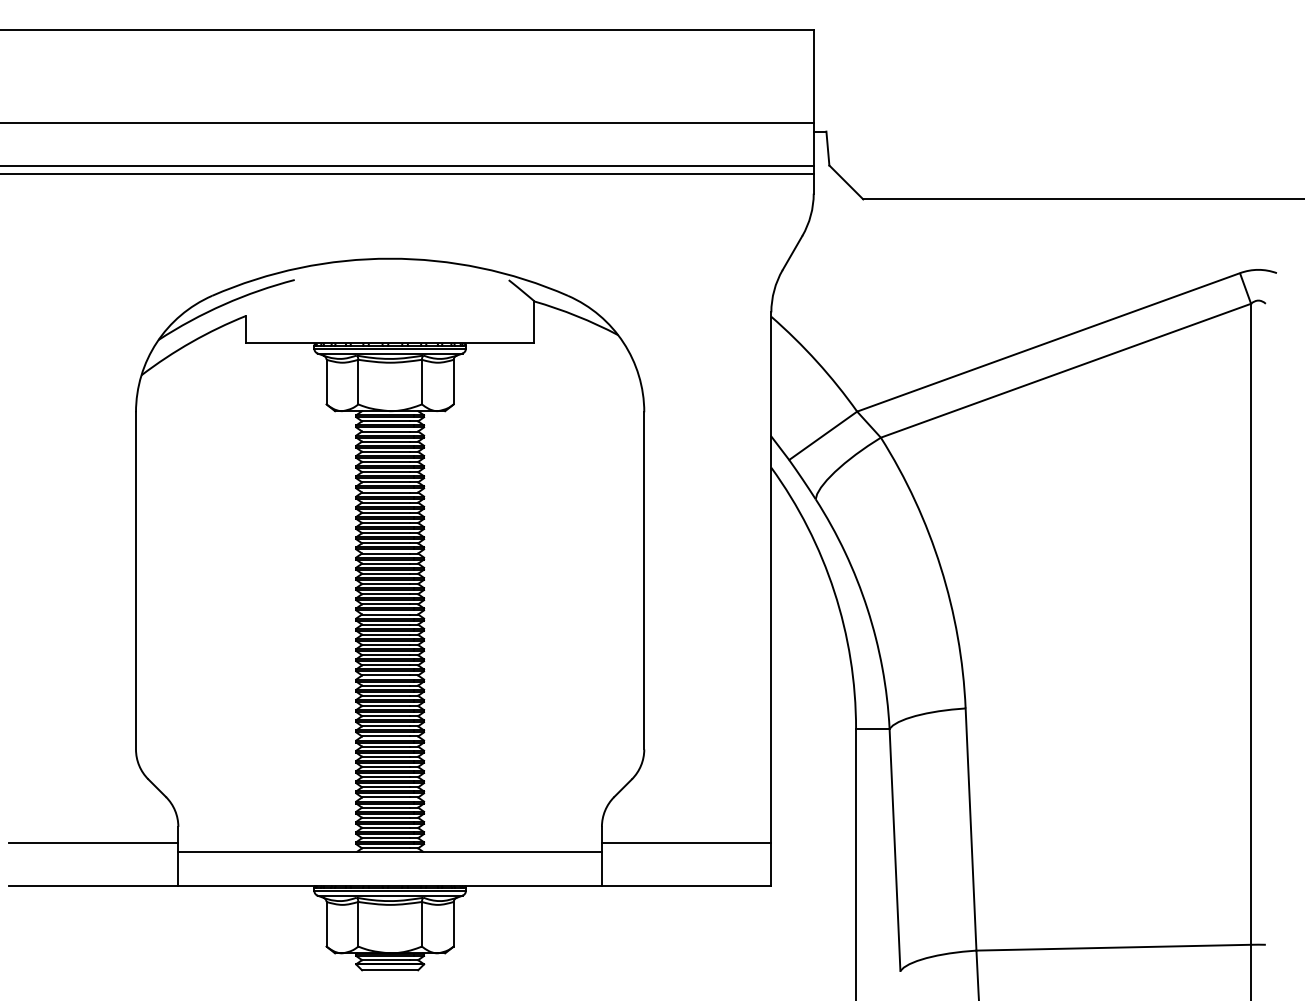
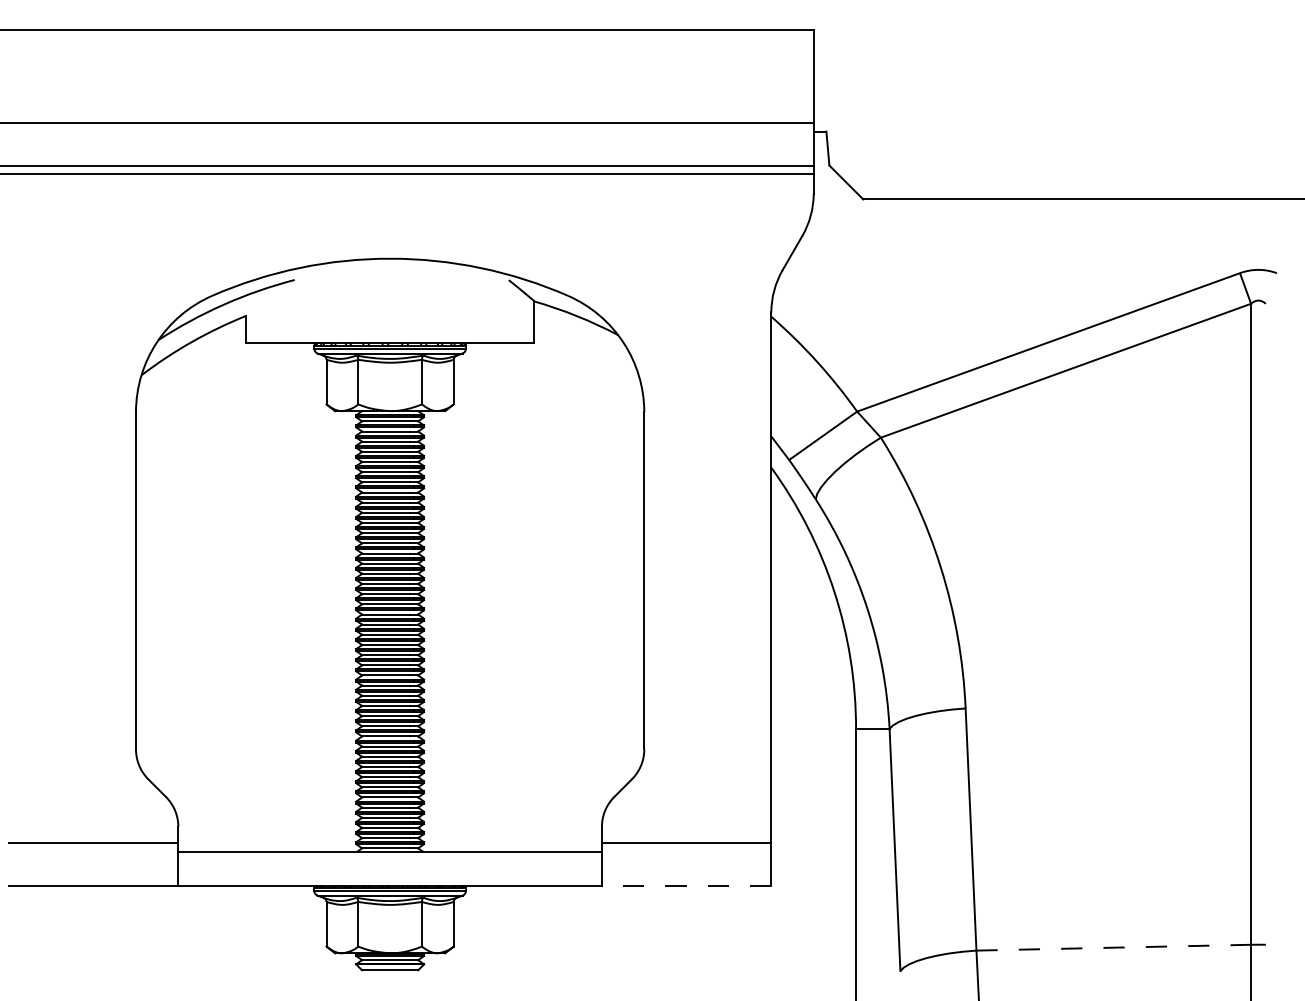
line at (686, 885): solid -> dashed
line at (1114, 947): solid -> dashed
